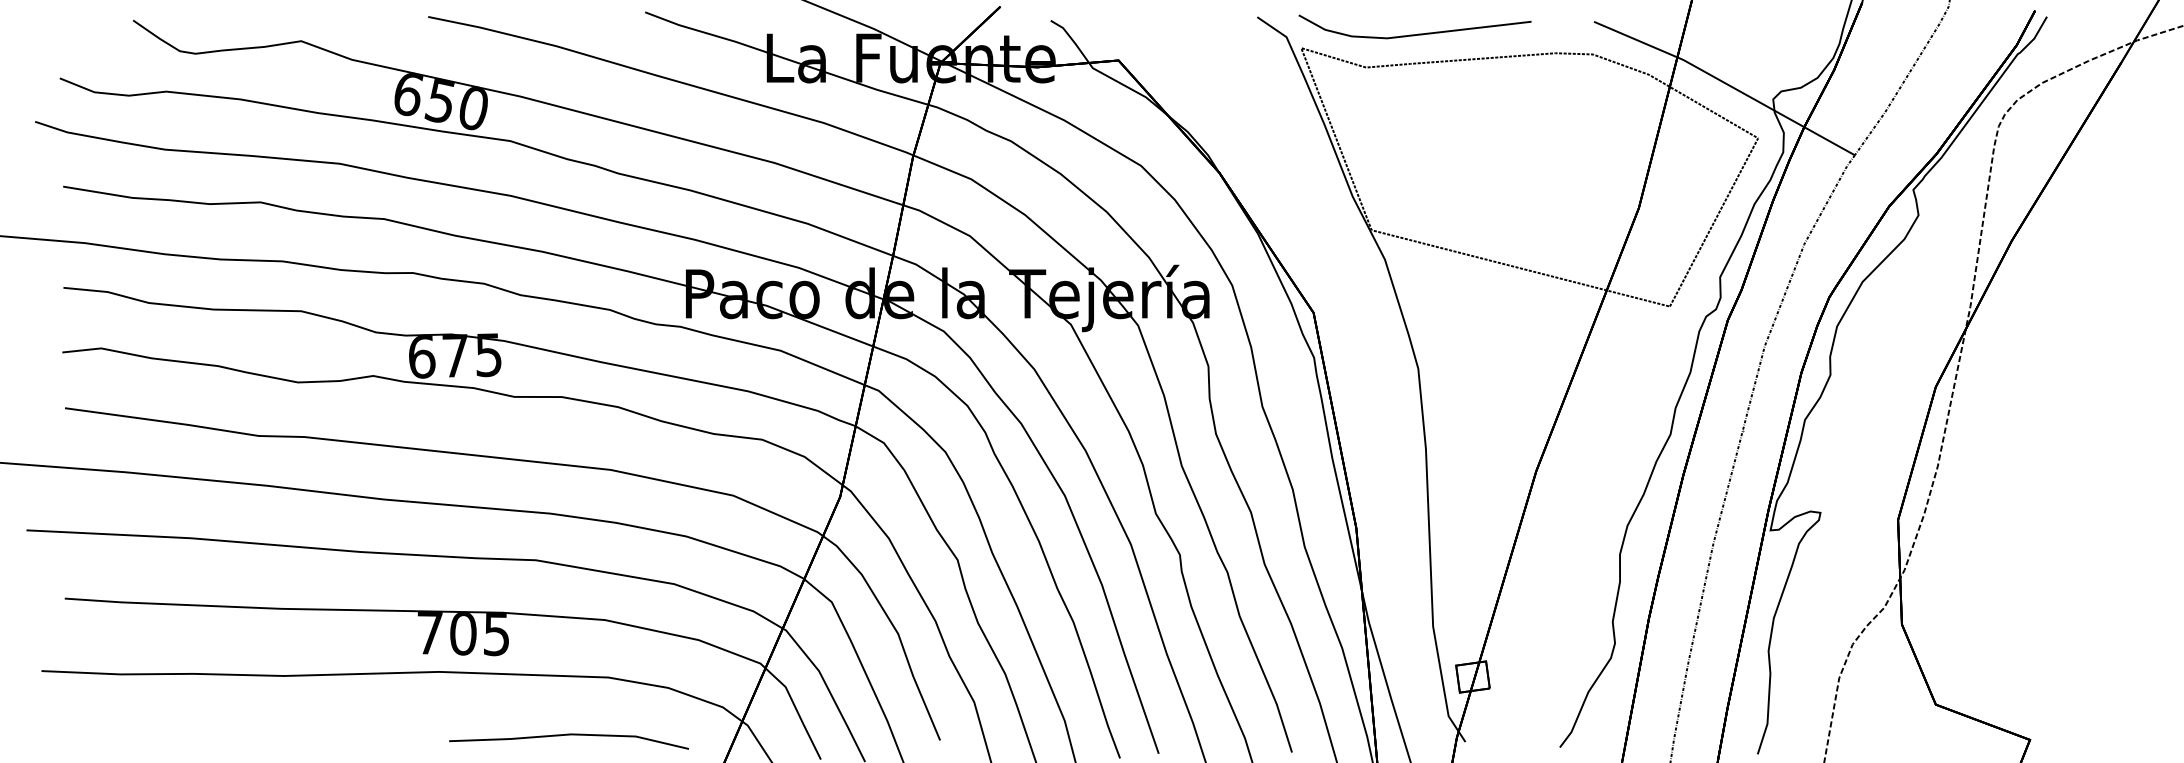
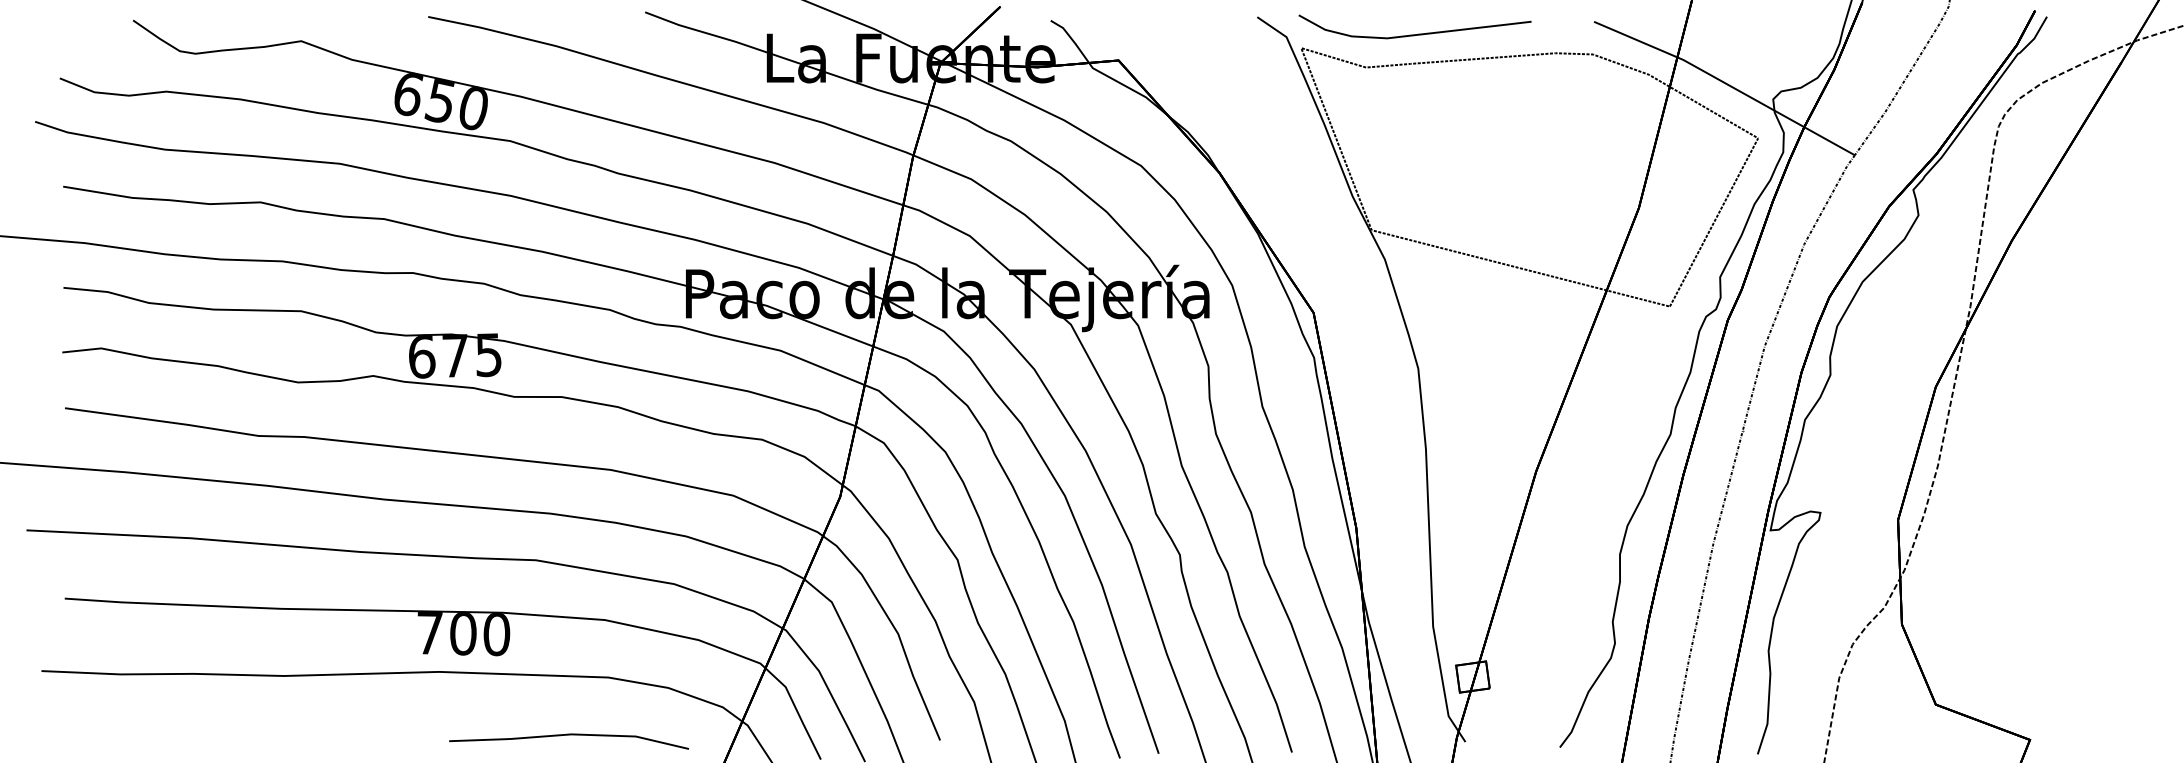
text at (496, 634): 705 -> 700
